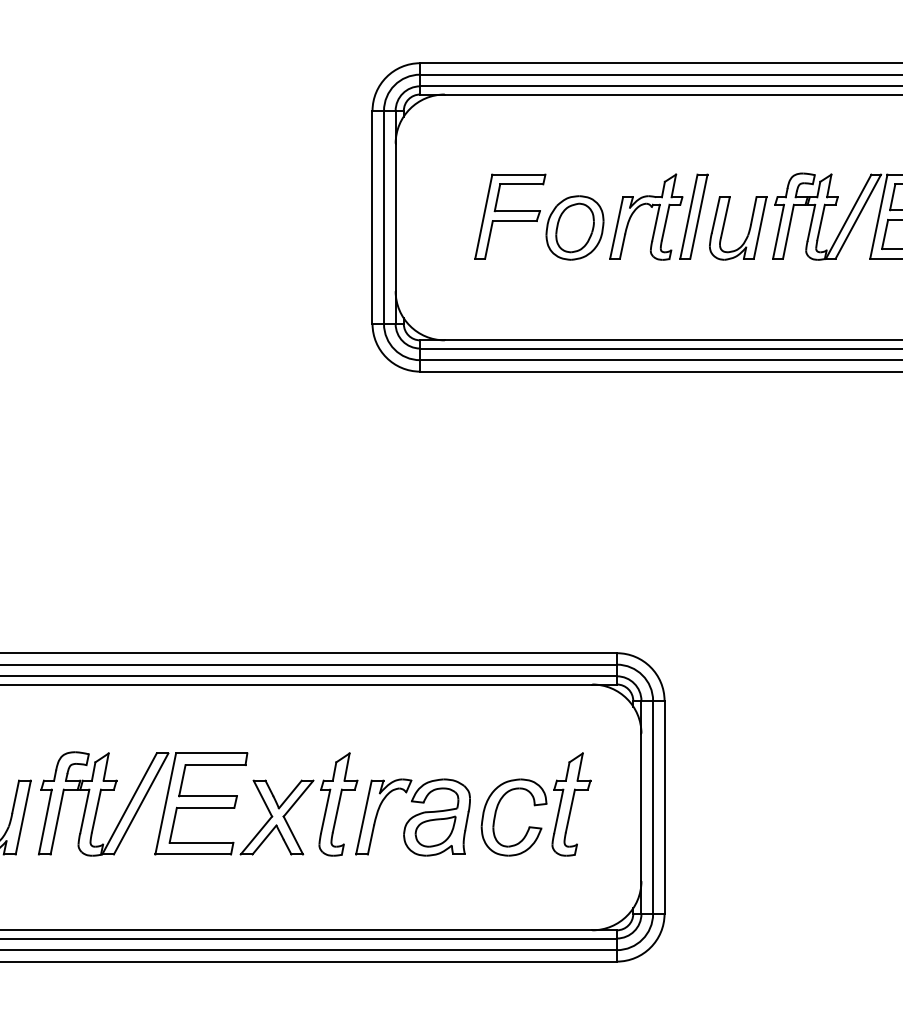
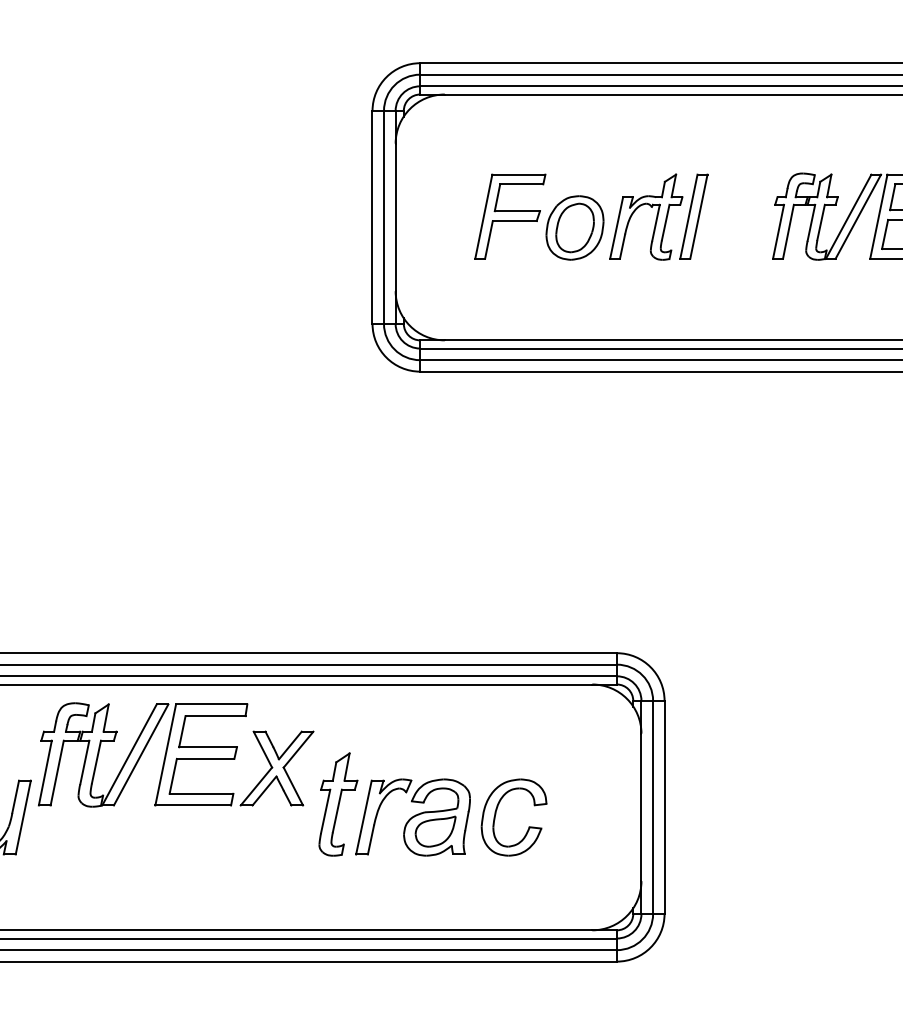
part at (748, 230): present -> none
part at (176, 803) position: (176, 803) -> (176, 754)
part at (571, 804): present -> none
